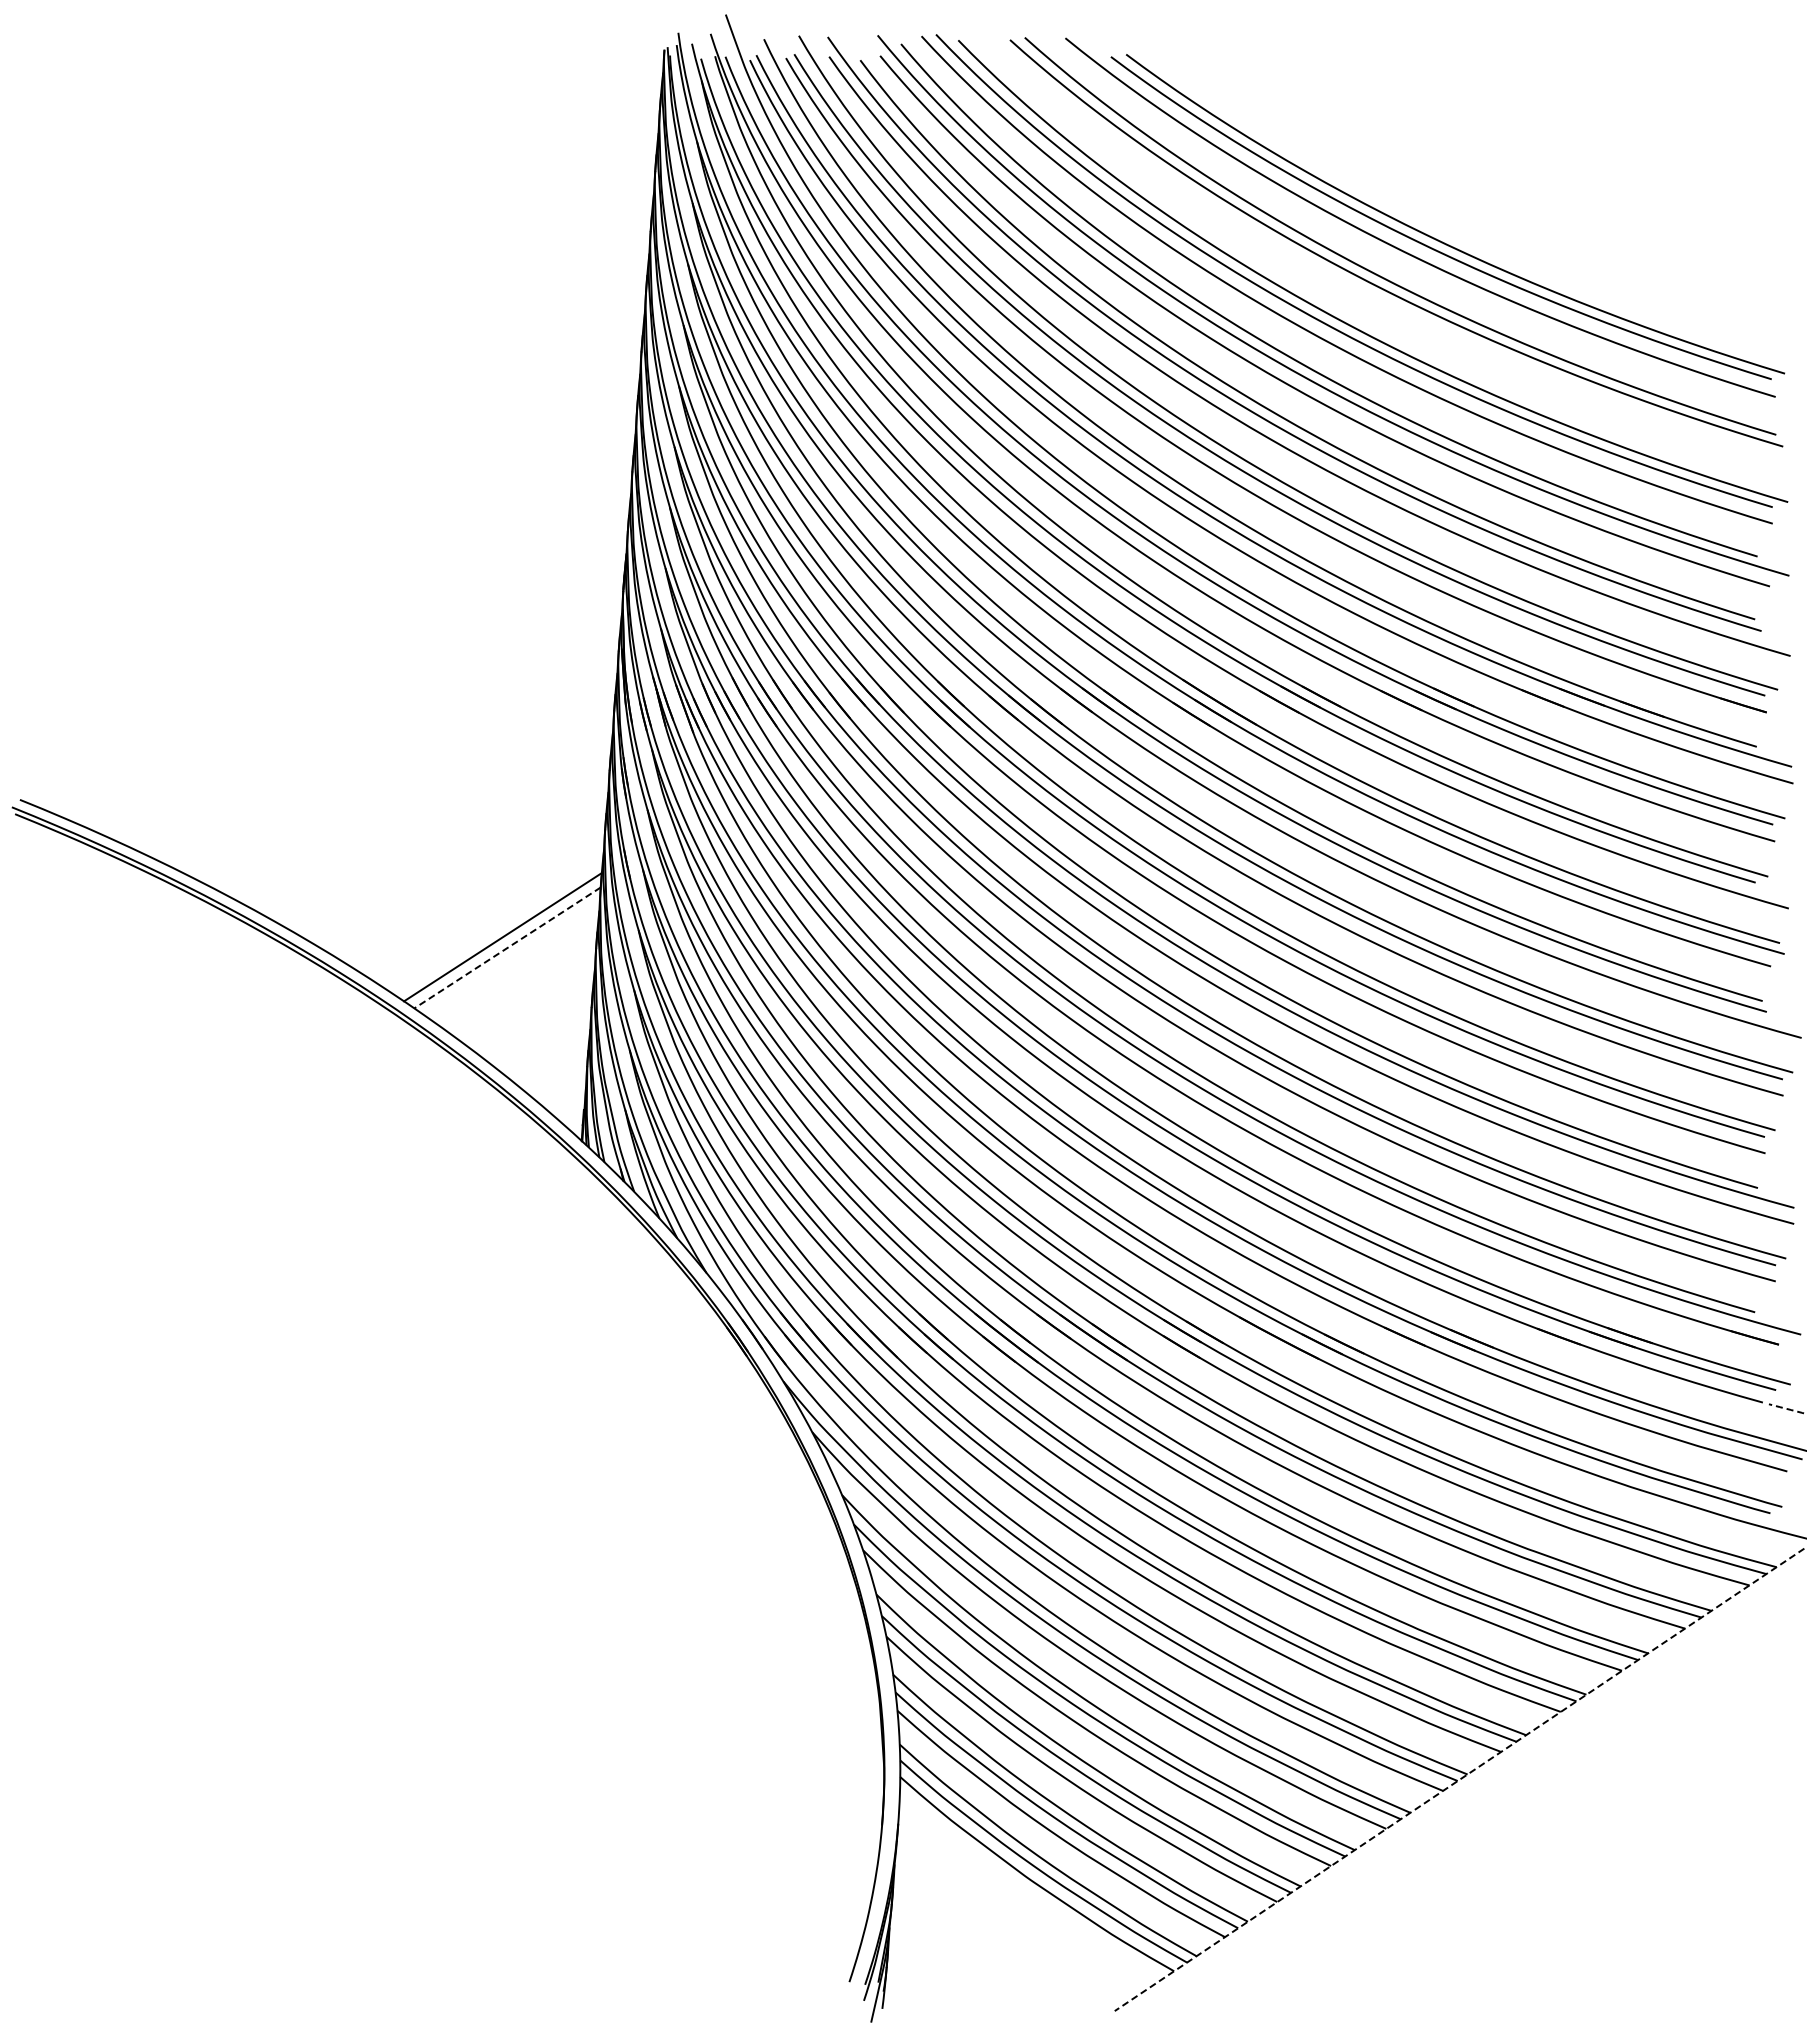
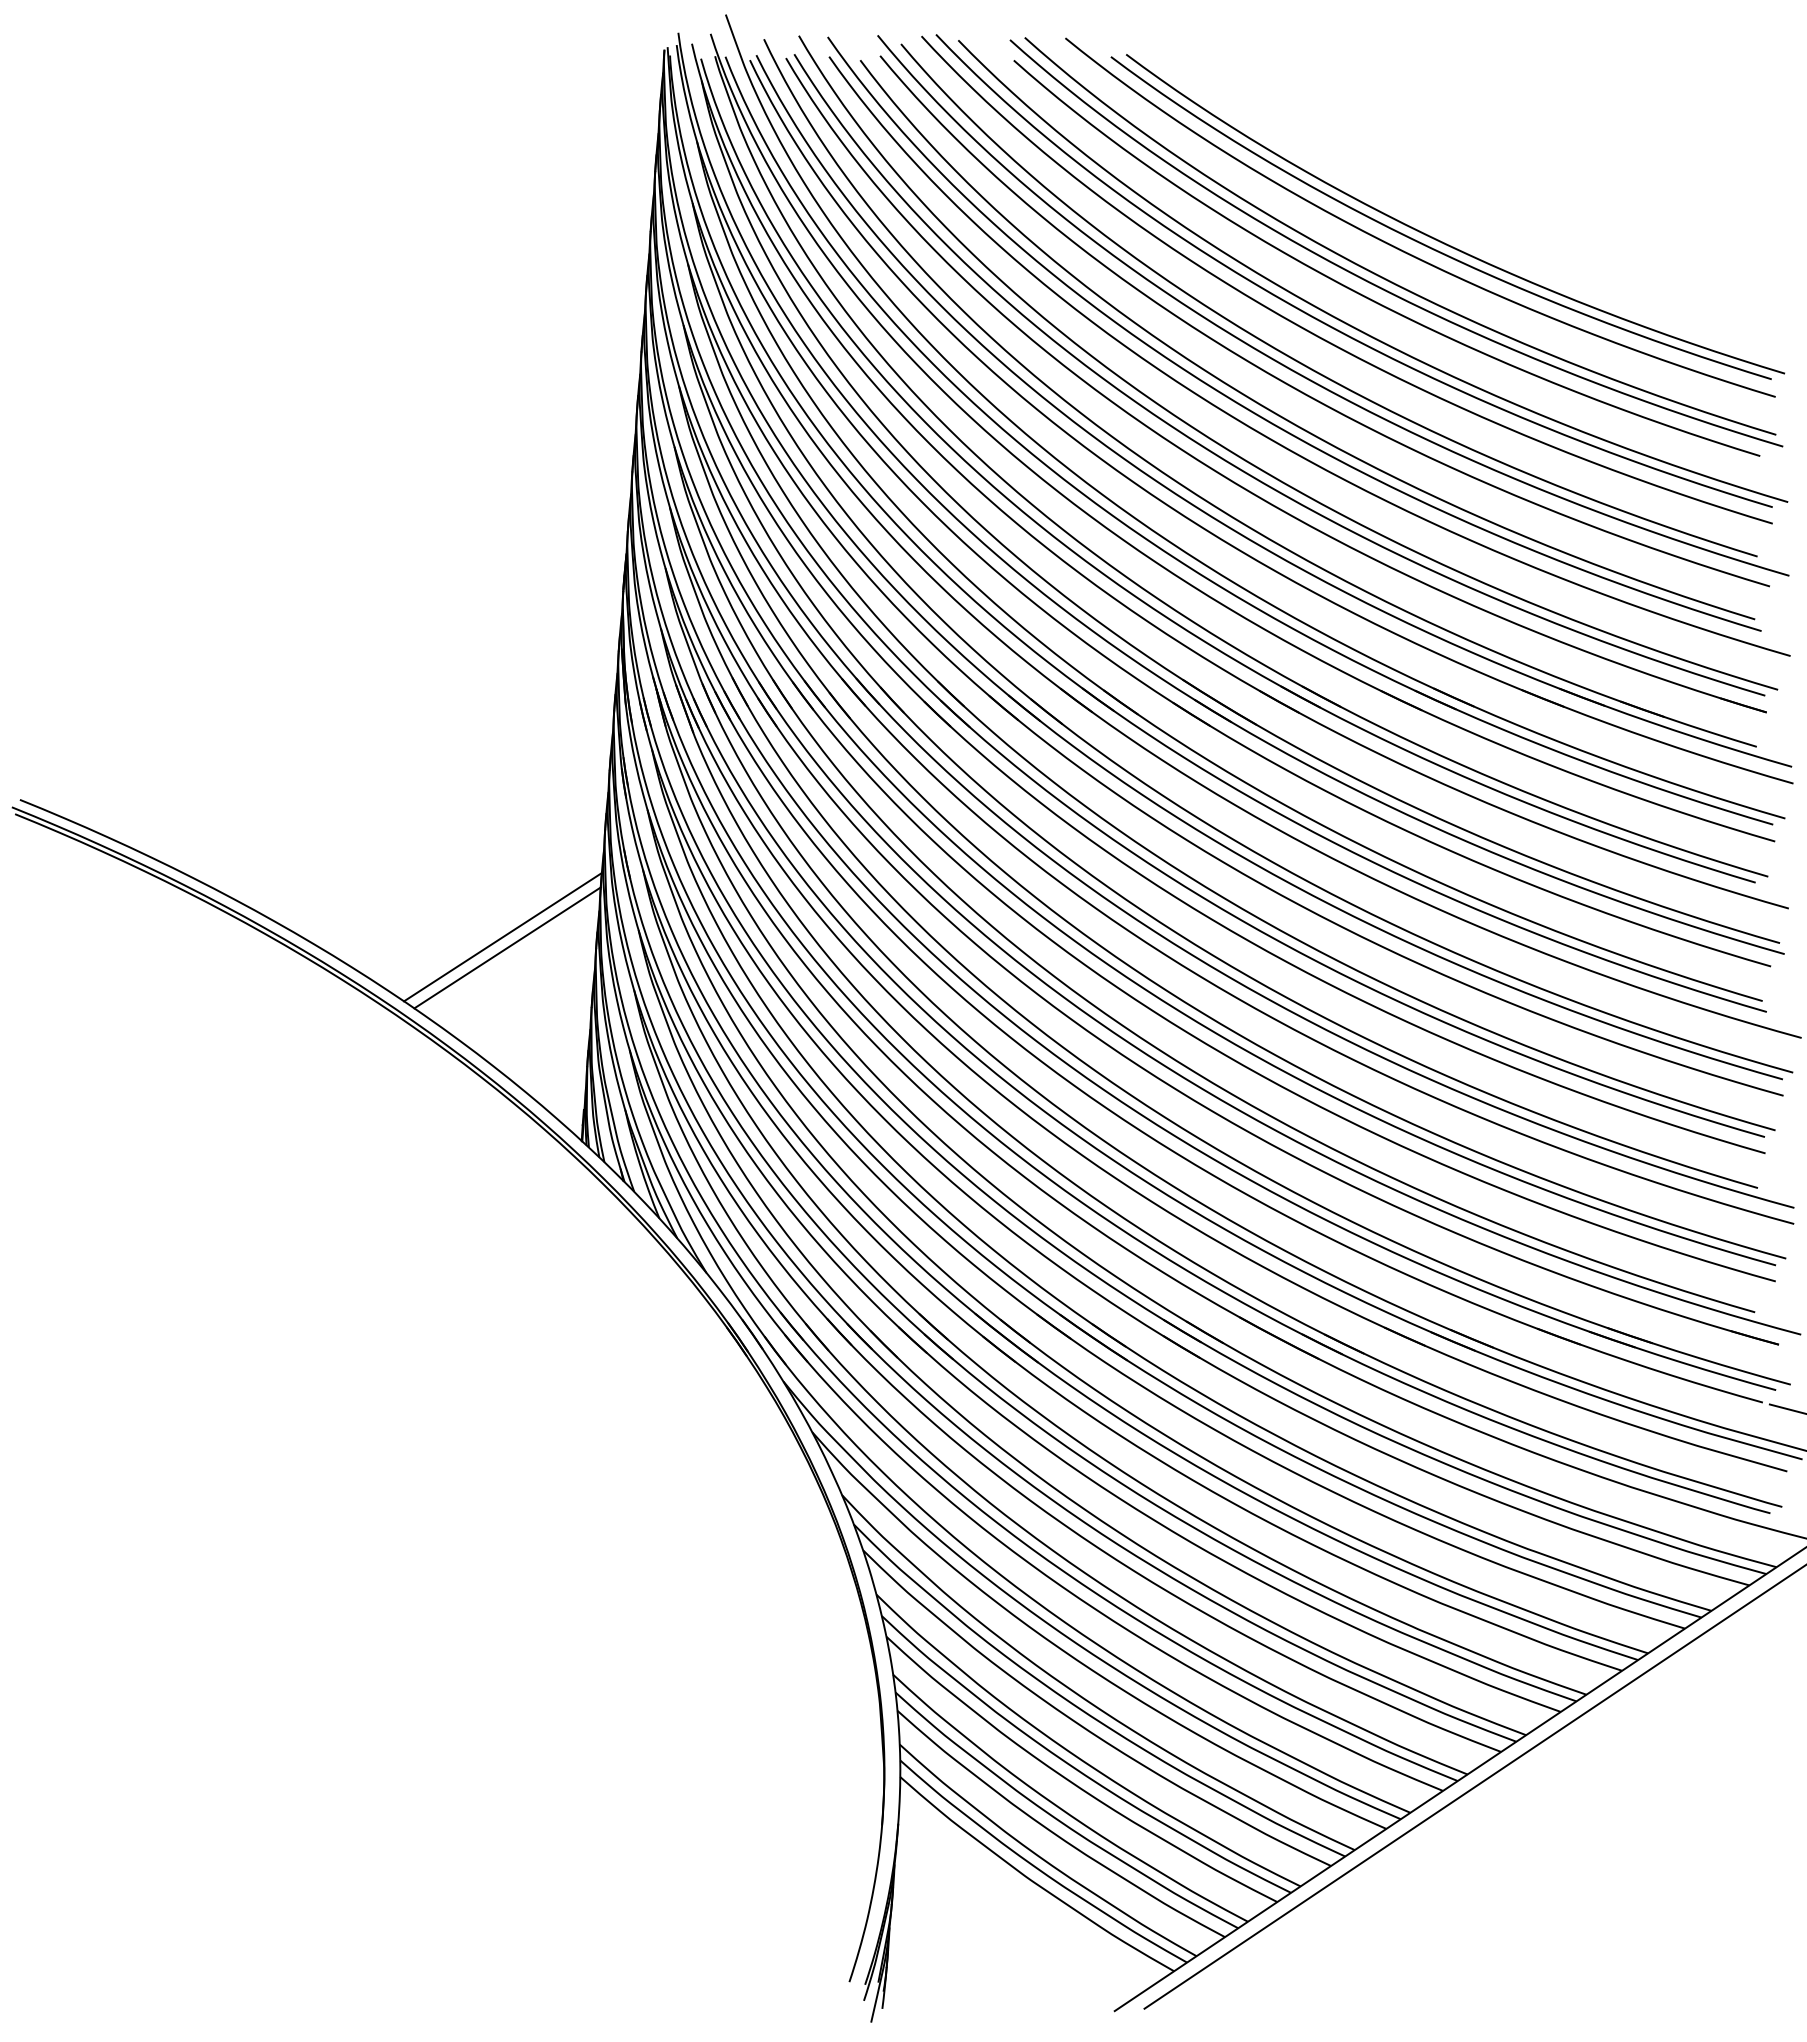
curve at (1366, 296): none -> present
line at (507, 948): dashed -> solid
line at (1788, 1409): dashed -> solid
line at (1460, 1779): dashed -> solid
line at (1473, 1787): none -> present
